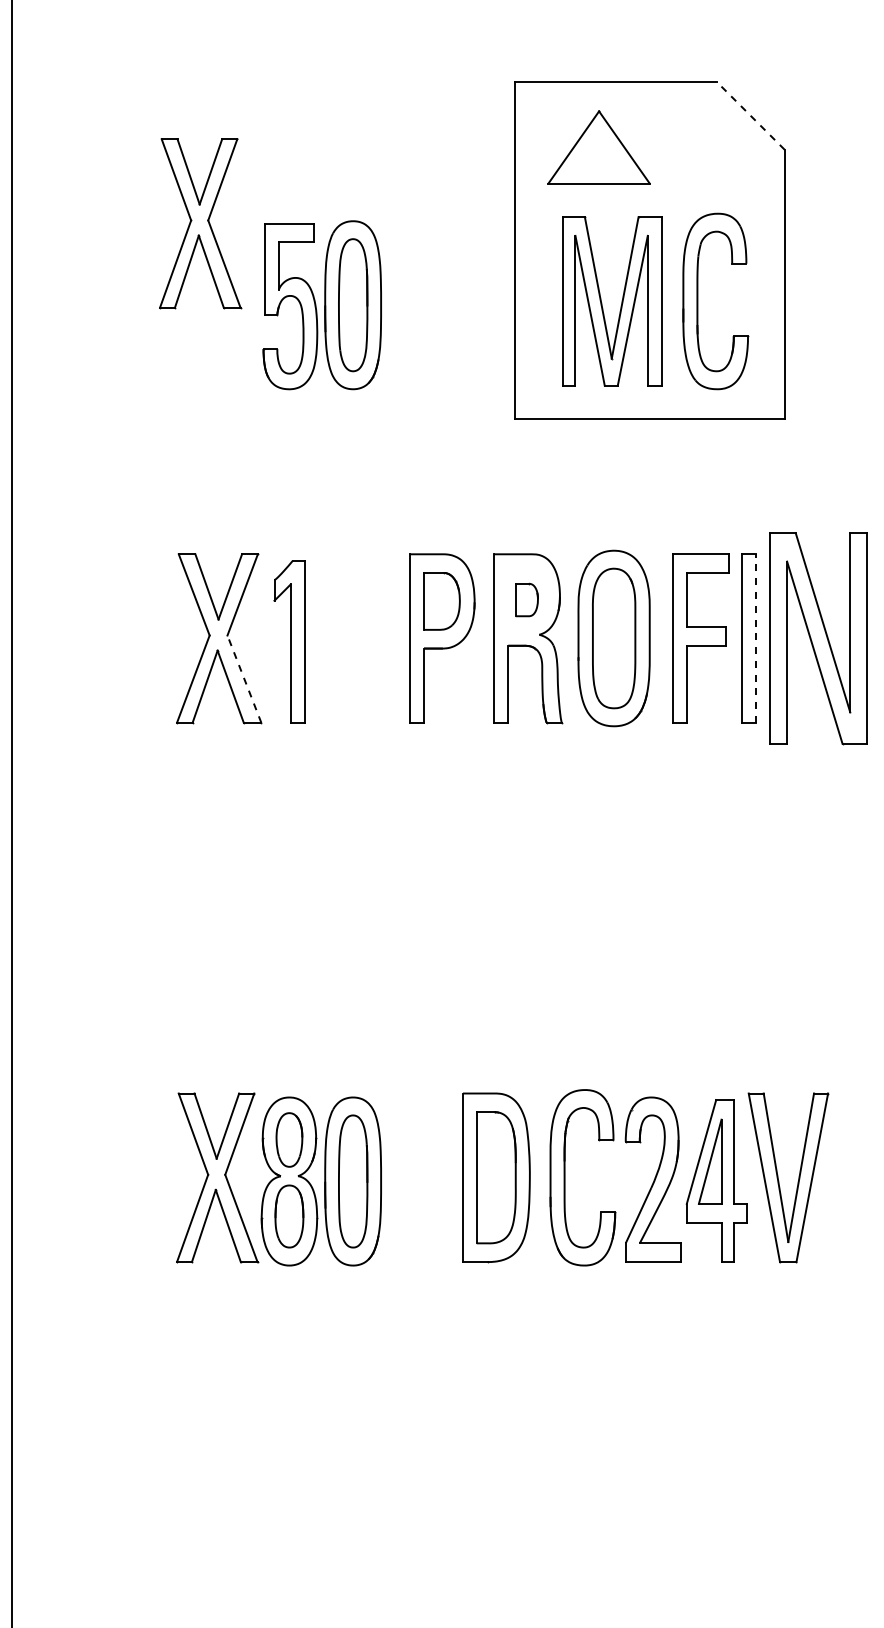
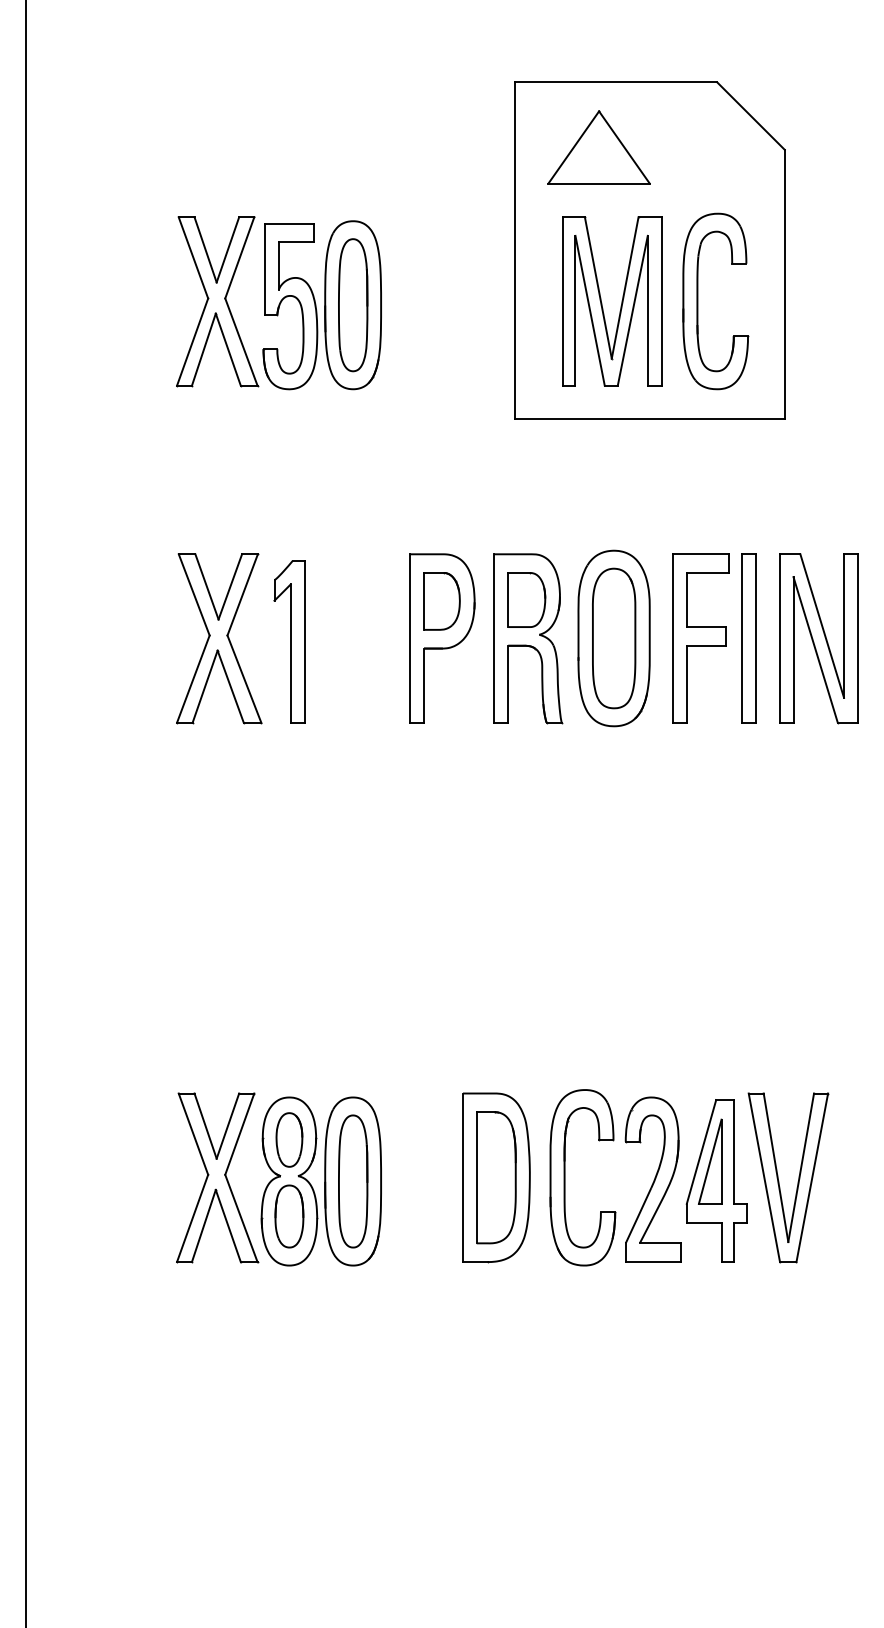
line at (751, 116): dashed -> solid
part at (200, 223) position: (200, 223) -> (217, 301)
part at (526, 599) size: 24x36 px -> 40x56 px
line at (755, 638): dashed -> solid
part at (818, 638) size: 99x214 px -> 80x172 px
line at (244, 679): dashed -> solid
line at (12, 813) position: (12, 813) -> (26, 813)
